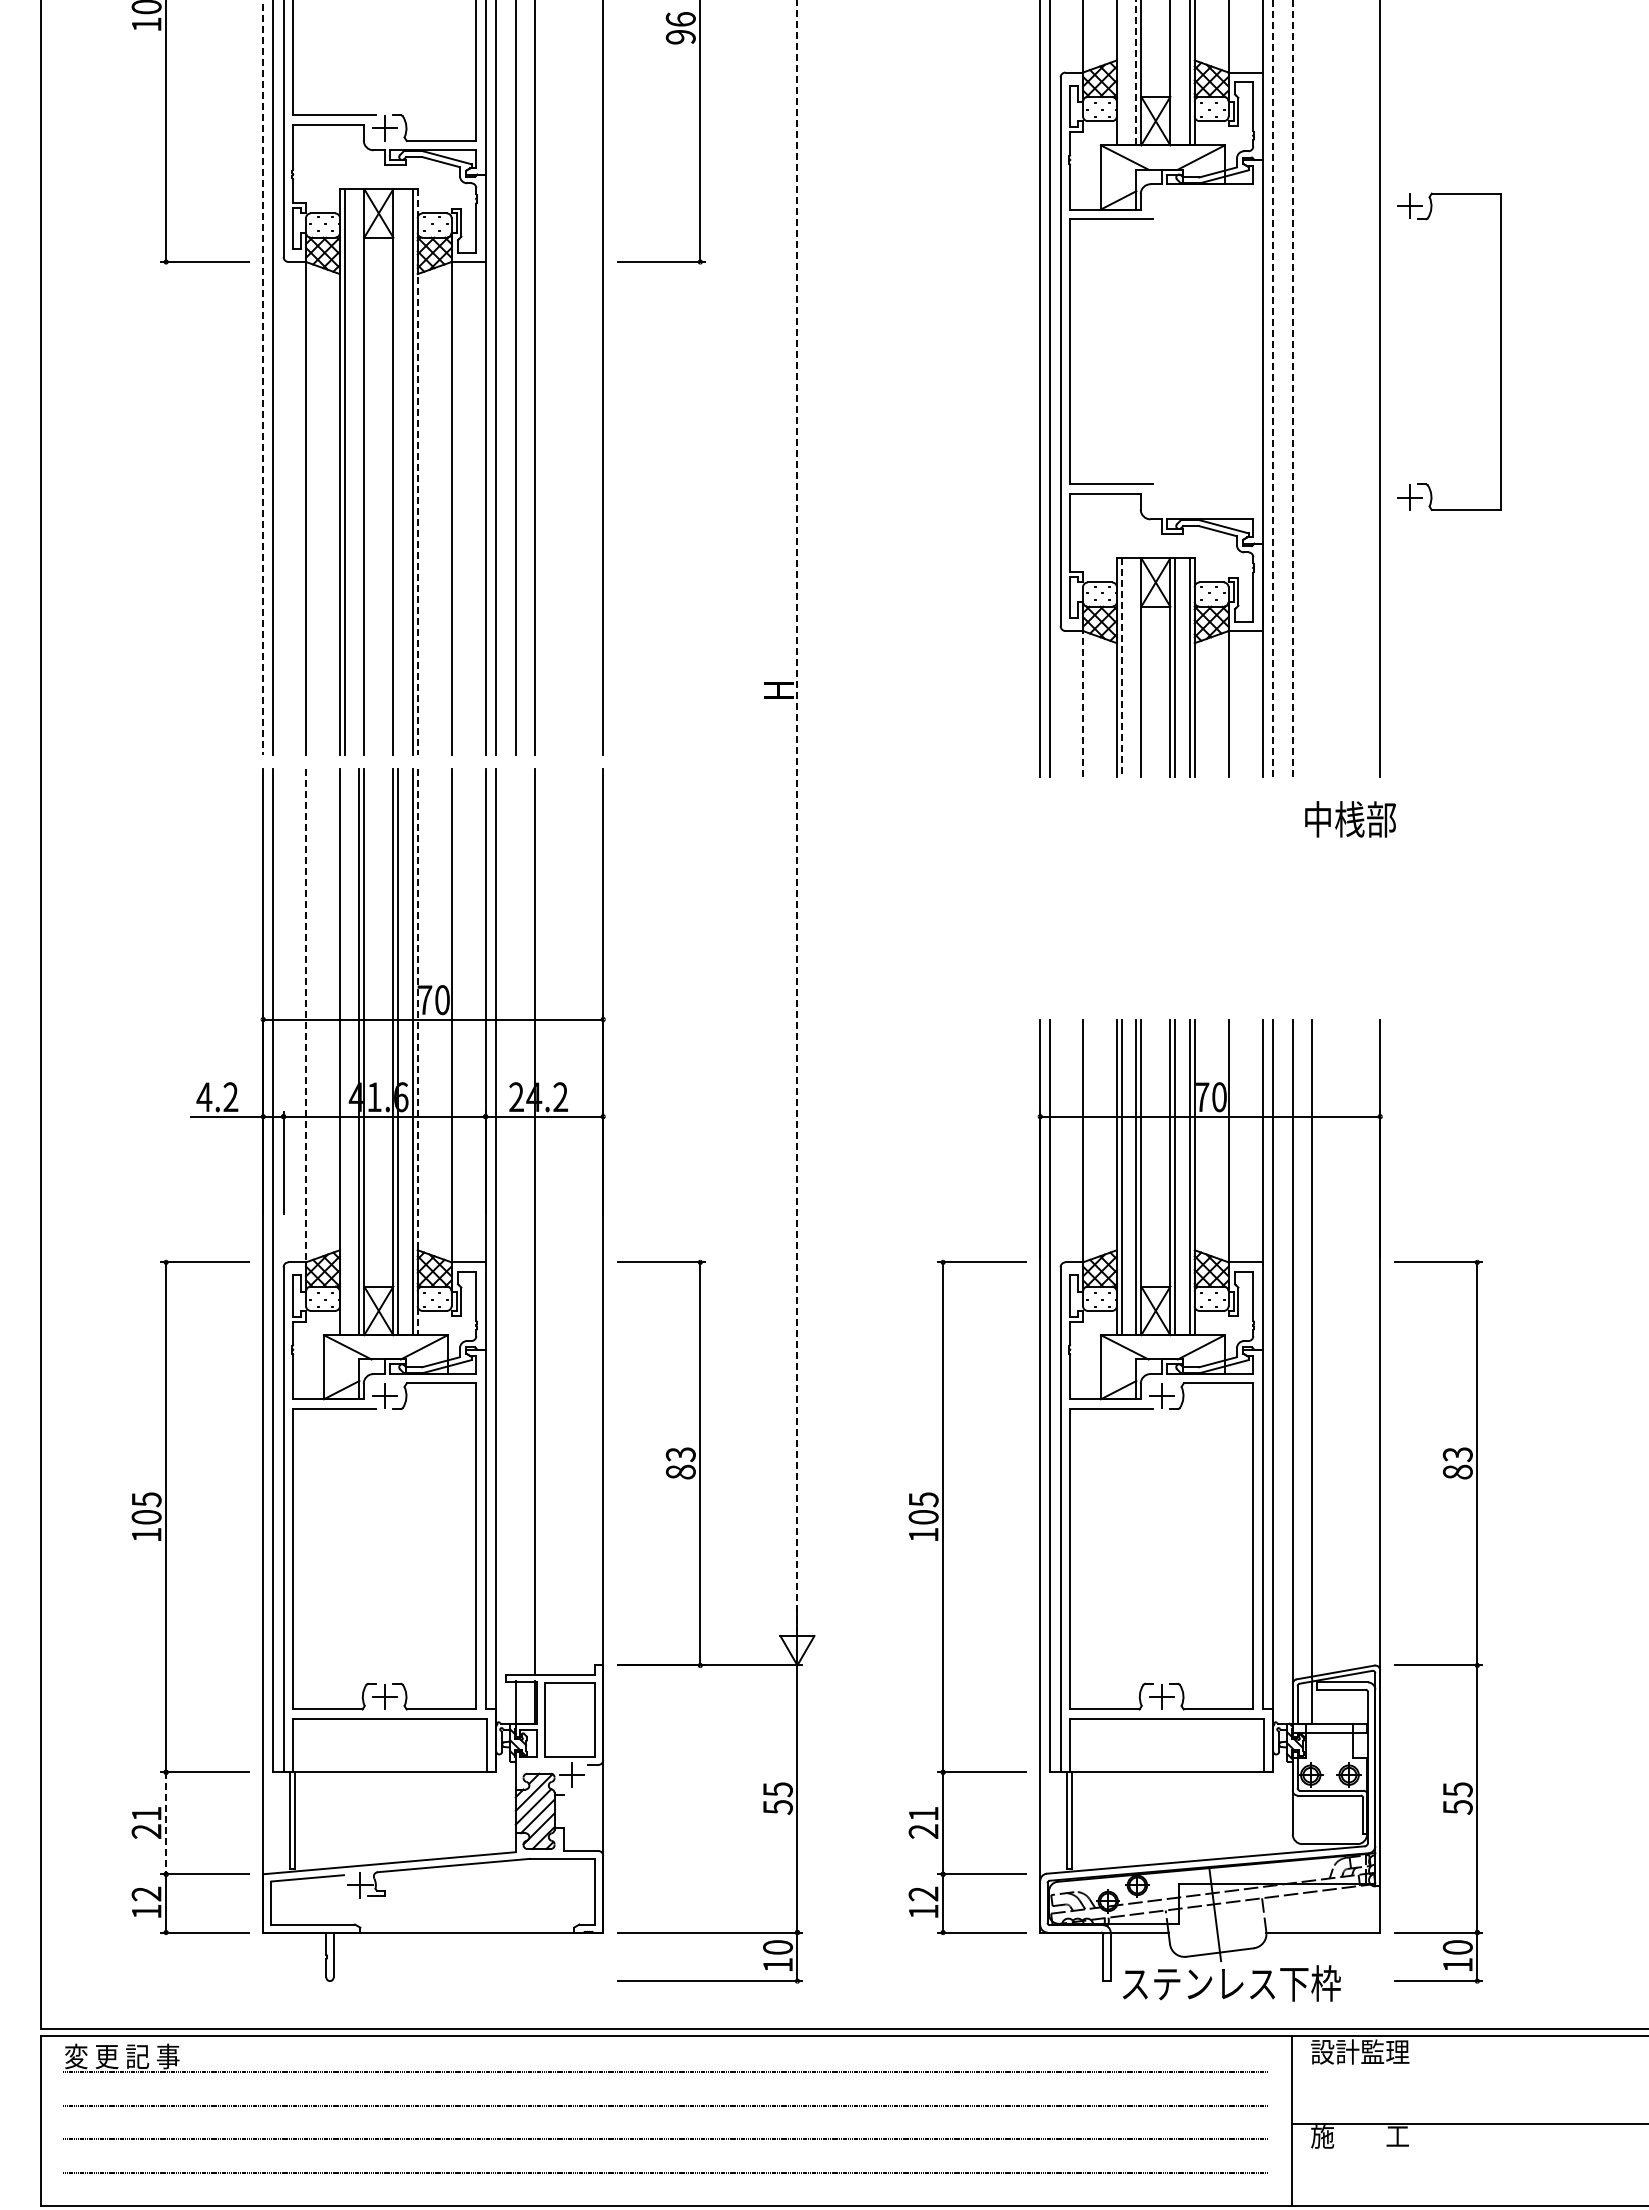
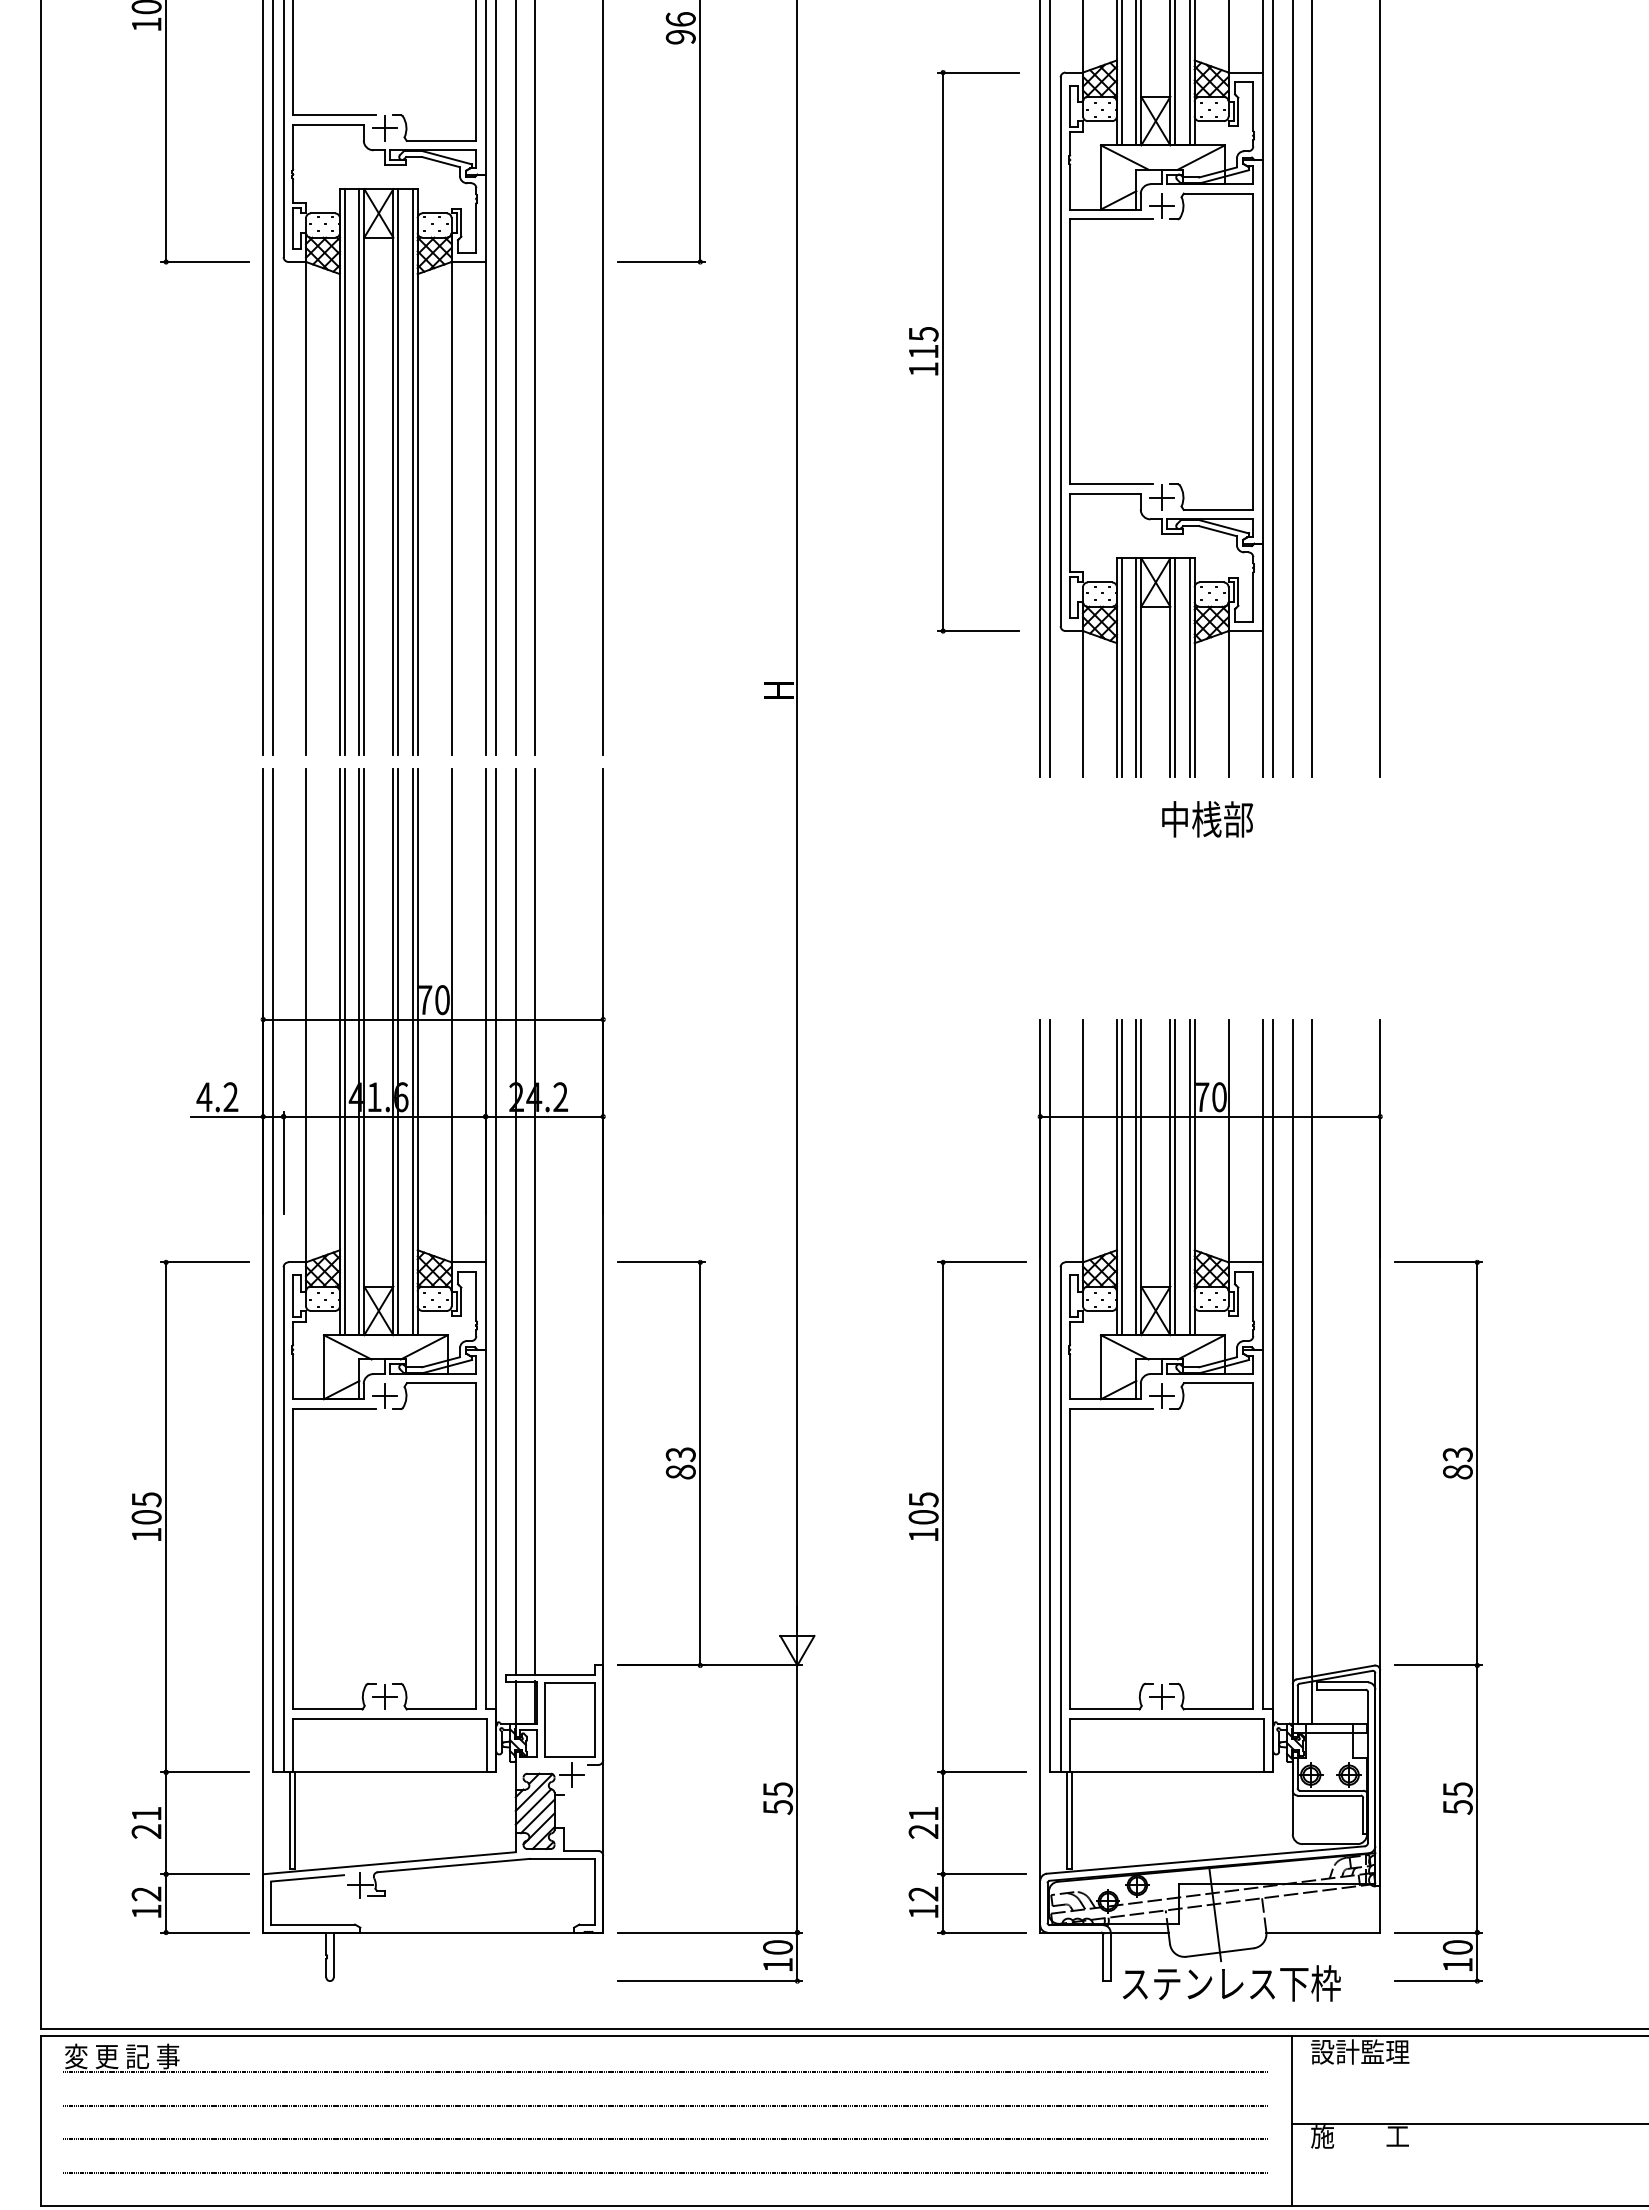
line at (1136, 72): dashed -> solid
line at (1121, 73): none -> present
line at (1175, 73): none -> present
part at (943, 351): none -> present
part at (1500, 351) position: (1500, 351) -> (1252, 351)
line at (263, 377): dashed -> solid
line at (1273, 388): dashed -> solid
line at (1292, 388): dashed -> solid
line at (1311, 389): none -> present
line at (359, 471): none -> present
line at (398, 471): none -> present
line at (417, 472): dashed -> solid
line at (1121, 667): dashed -> solid
line at (1136, 667): none -> present
line at (1082, 702): dashed -> solid
line at (797, 816): dashed -> solid
text at (1350, 819) position: (1350, 819) -> (1207, 819)
line at (305, 1016): dashed -> solid
line at (344, 1052): none -> present
line at (417, 1052): dashed -> solid
line at (515, 1222): none -> present
line at (166, 1823): dashed -> solid
